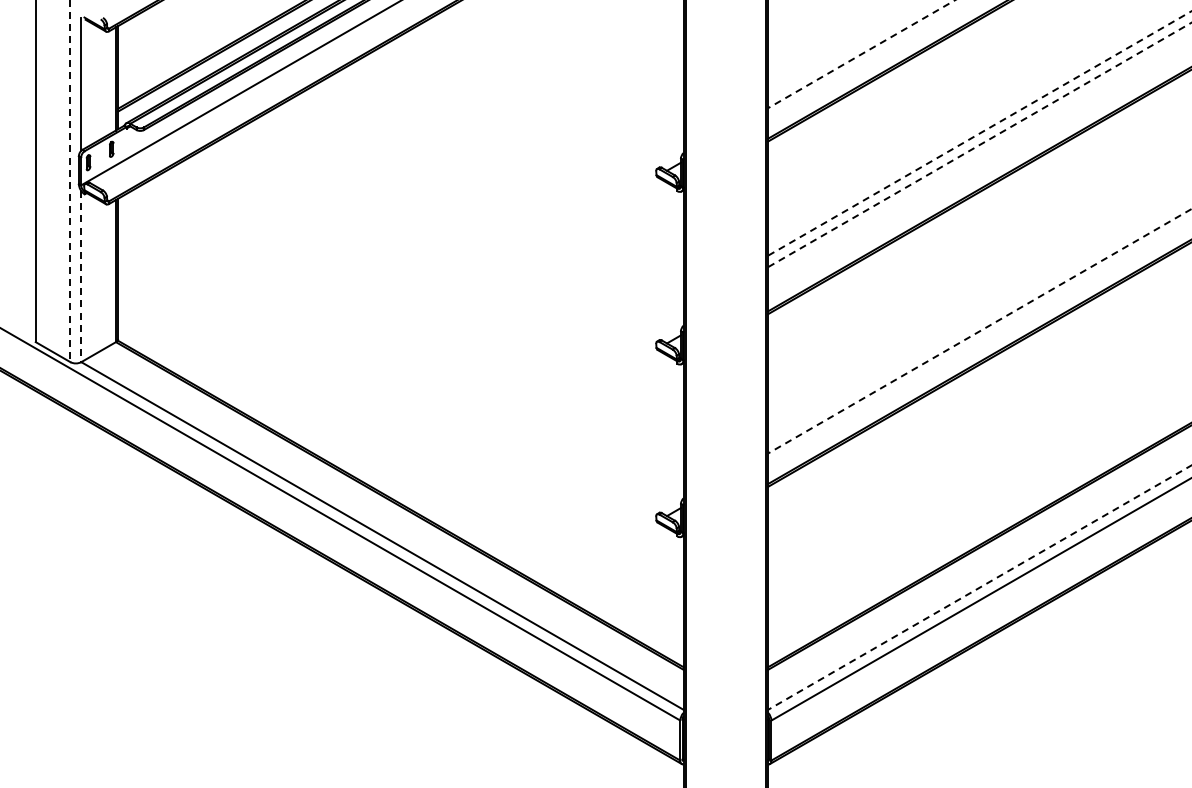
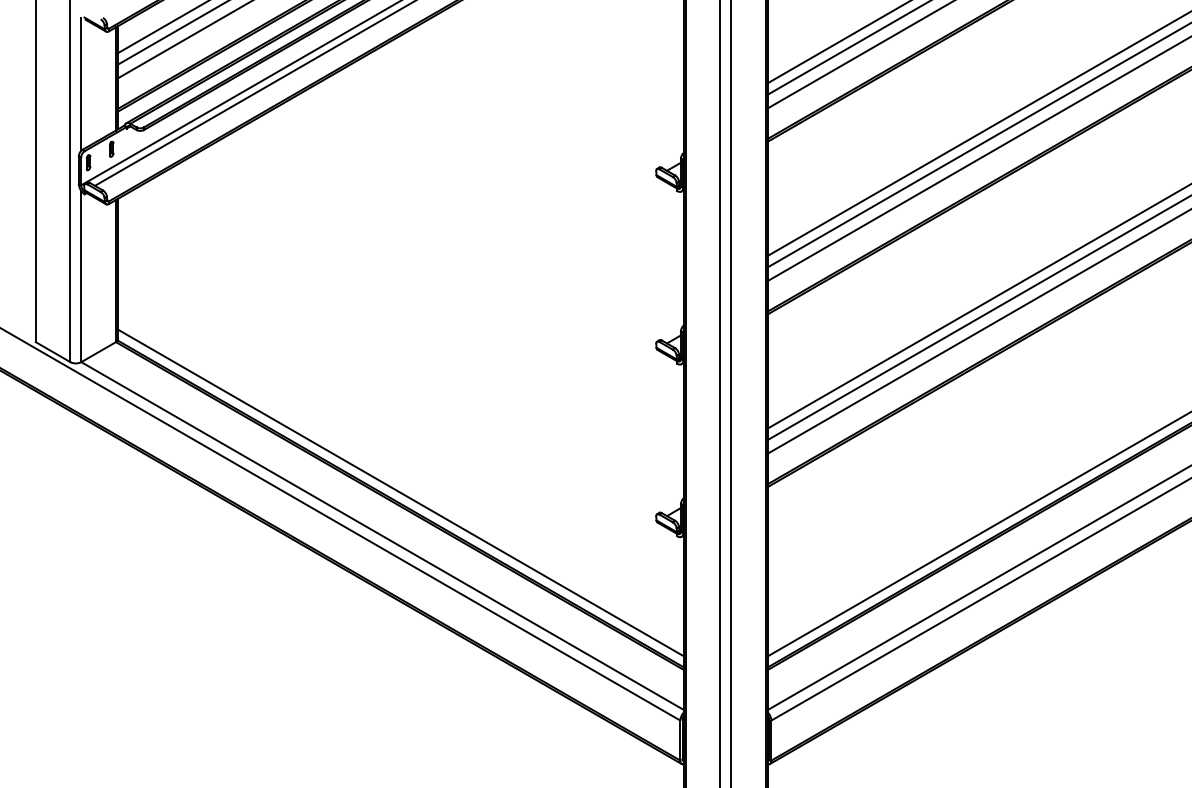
line at (161, 27): none -> present
line at (171, 33): none -> present
line at (184, 40): none -> present
line at (837, 42): none -> present
line at (847, 48): none -> present
line at (861, 54): dashed -> solid
line at (253, 93): none -> present
line at (980, 133): dashed -> solid
line at (980, 144): dashed -> solid
line at (978, 159): none -> present
line at (70, 181): dashed -> solid
line at (81, 276): dashed -> solid
line at (978, 306): none -> present
line at (978, 318): none -> present
line at (979, 331): dashed -> solid
line at (720, 393): none -> present
line at (731, 393): none -> present
line at (400, 492): none -> present
line at (978, 534): none -> present
line at (979, 587): dashed -> solid
